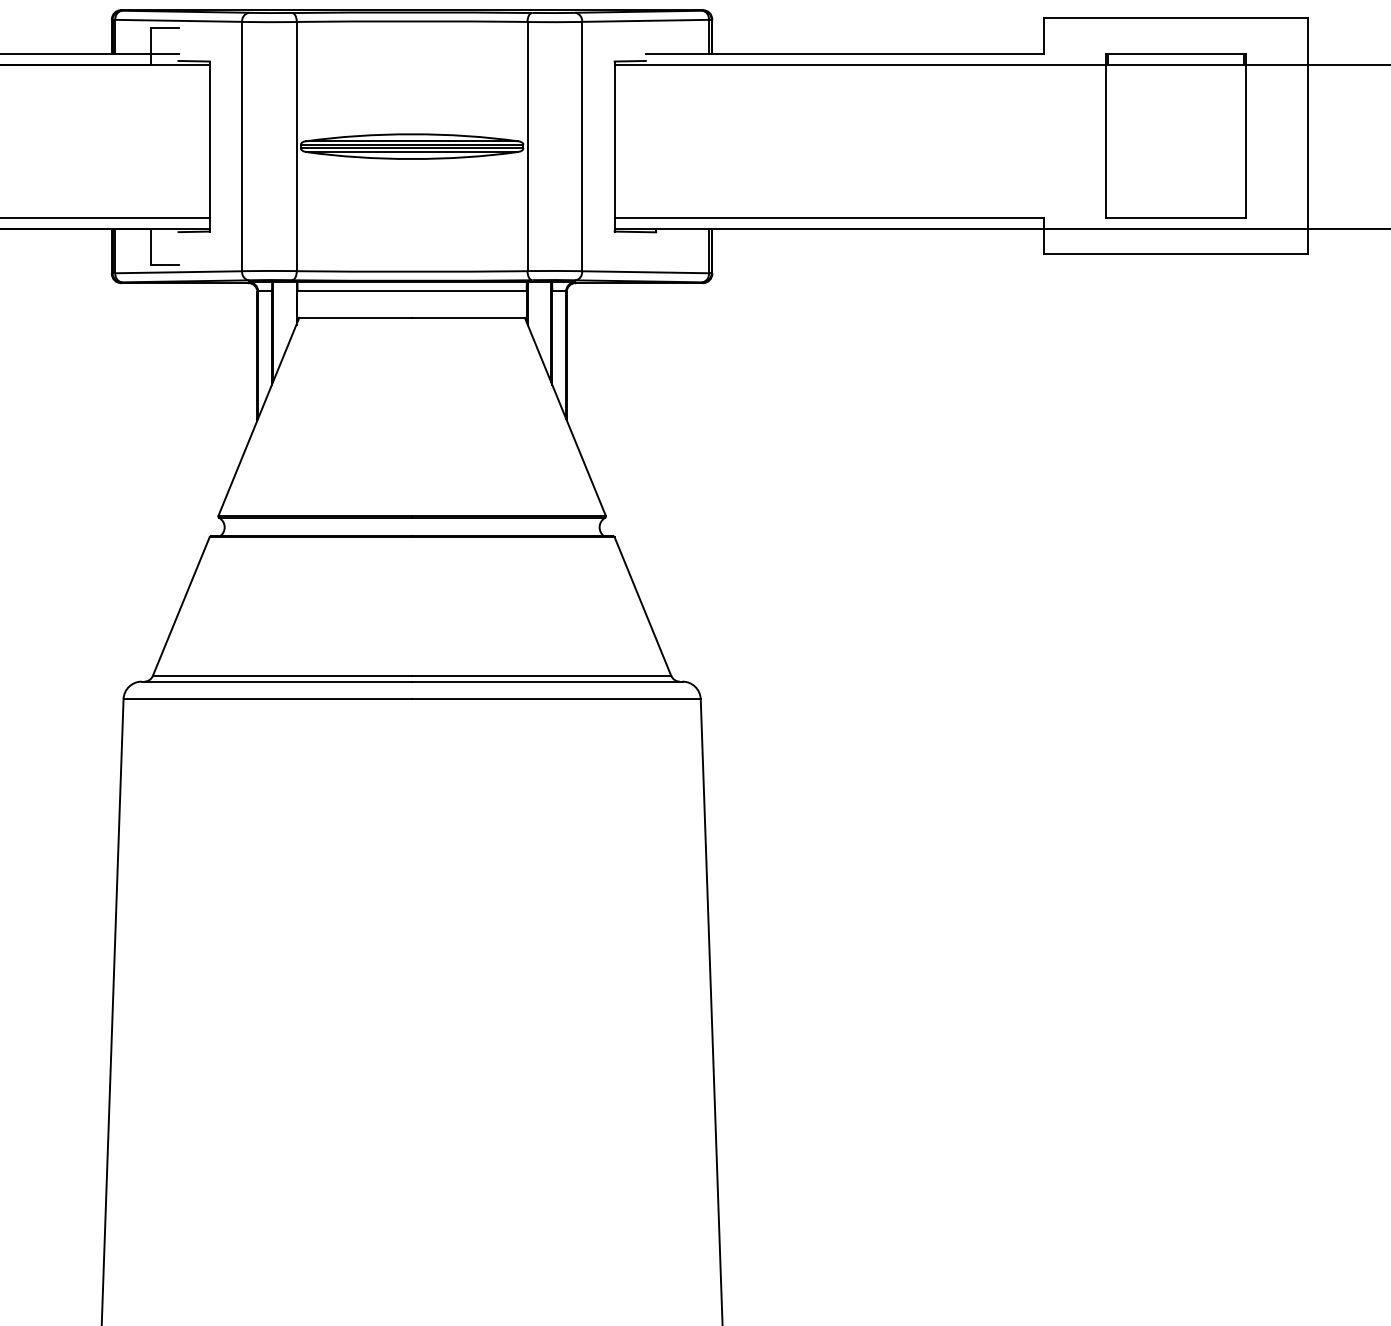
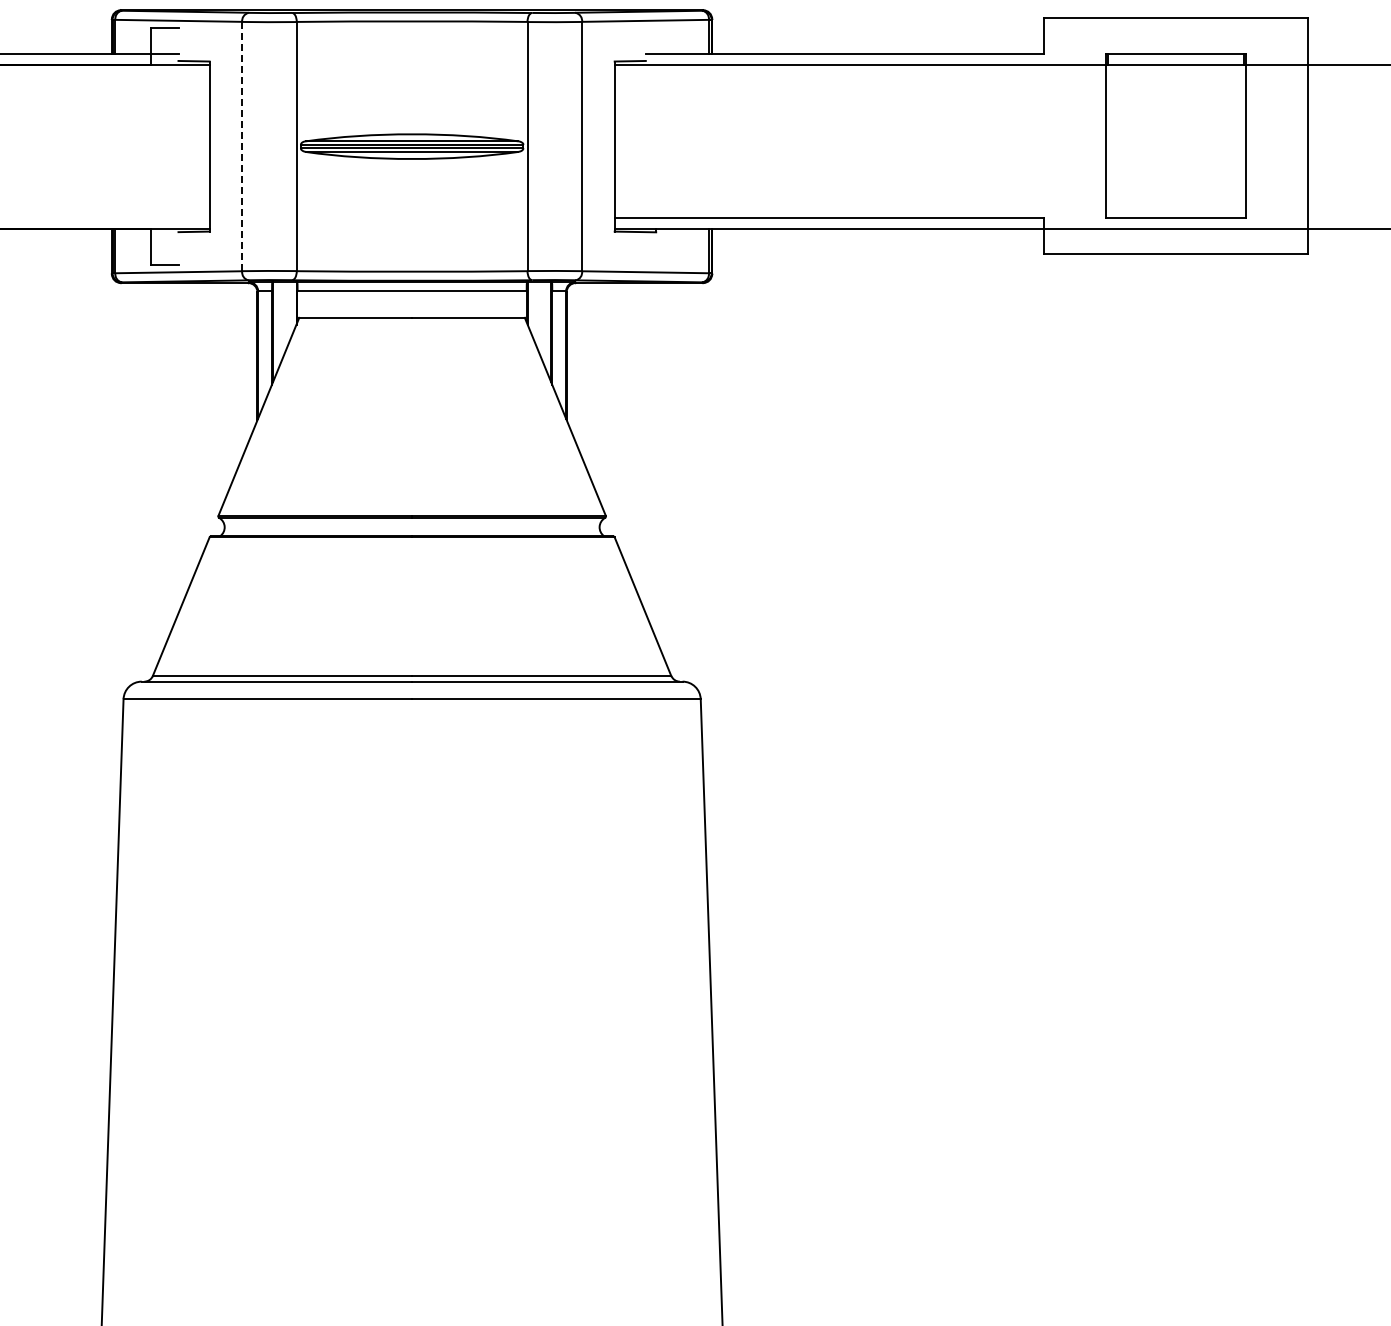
line at (242, 146): solid -> dashed
line at (105, 217): present -> none
